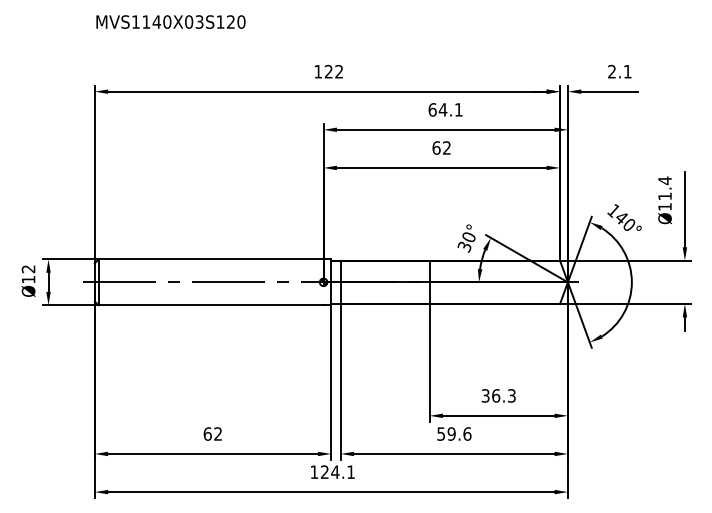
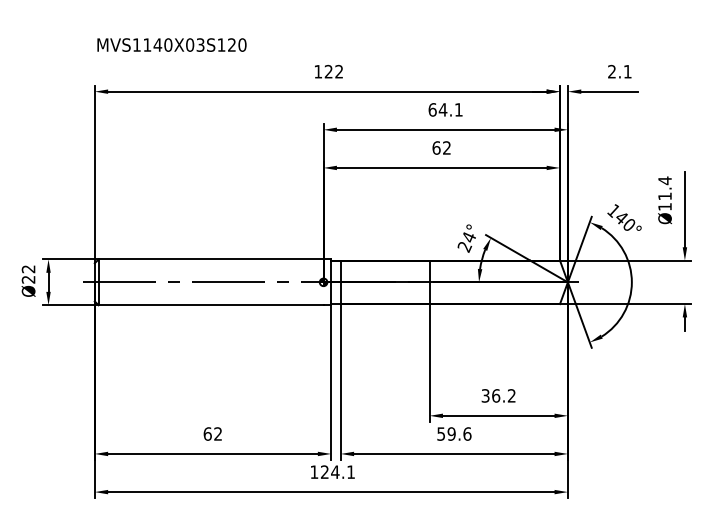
text at (170, 21) position: (170, 21) -> (171, 44)
text at (466, 242): 30° -> 24°
text at (28, 279): Ø12 -> Ø22
text at (511, 395): 36.3 -> 36.2
